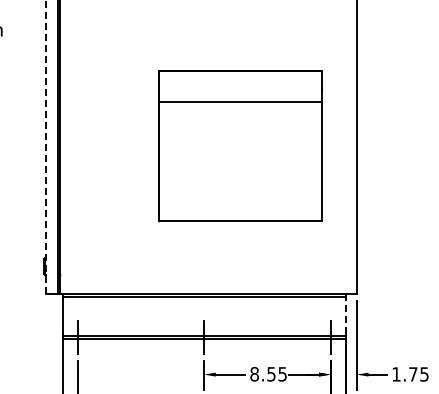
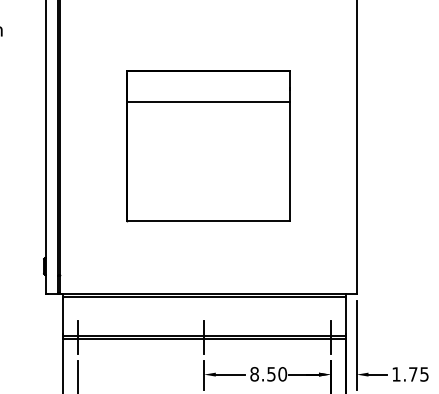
part at (240, 146) position: (240, 146) -> (208, 146)
line at (45, 147): dashed -> solid
line at (345, 316): dashed -> solid
text at (282, 374): 8.55 -> 8.50
